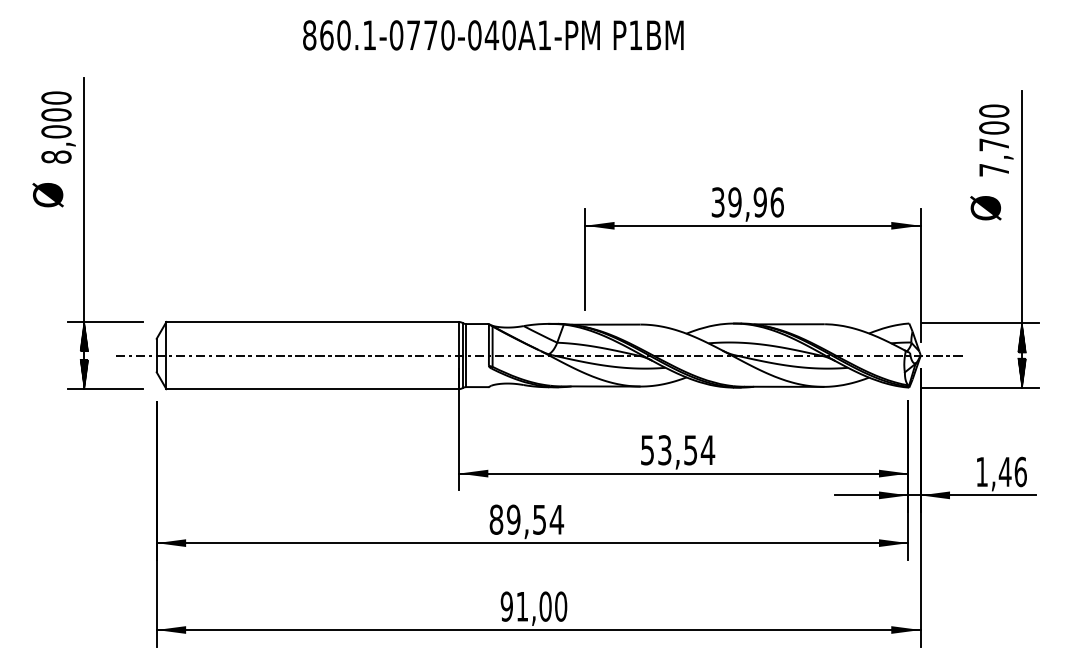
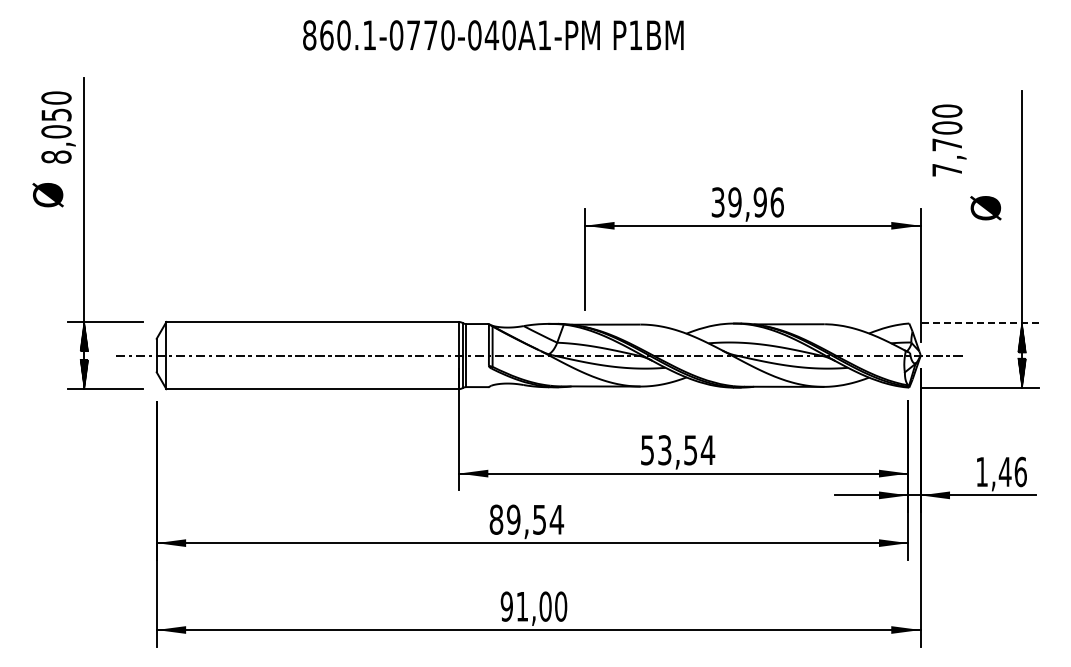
text at (56, 114): 8,000 -> 8,050
text at (996, 140) position: (996, 140) -> (949, 140)
line at (980, 323): solid -> dashed
